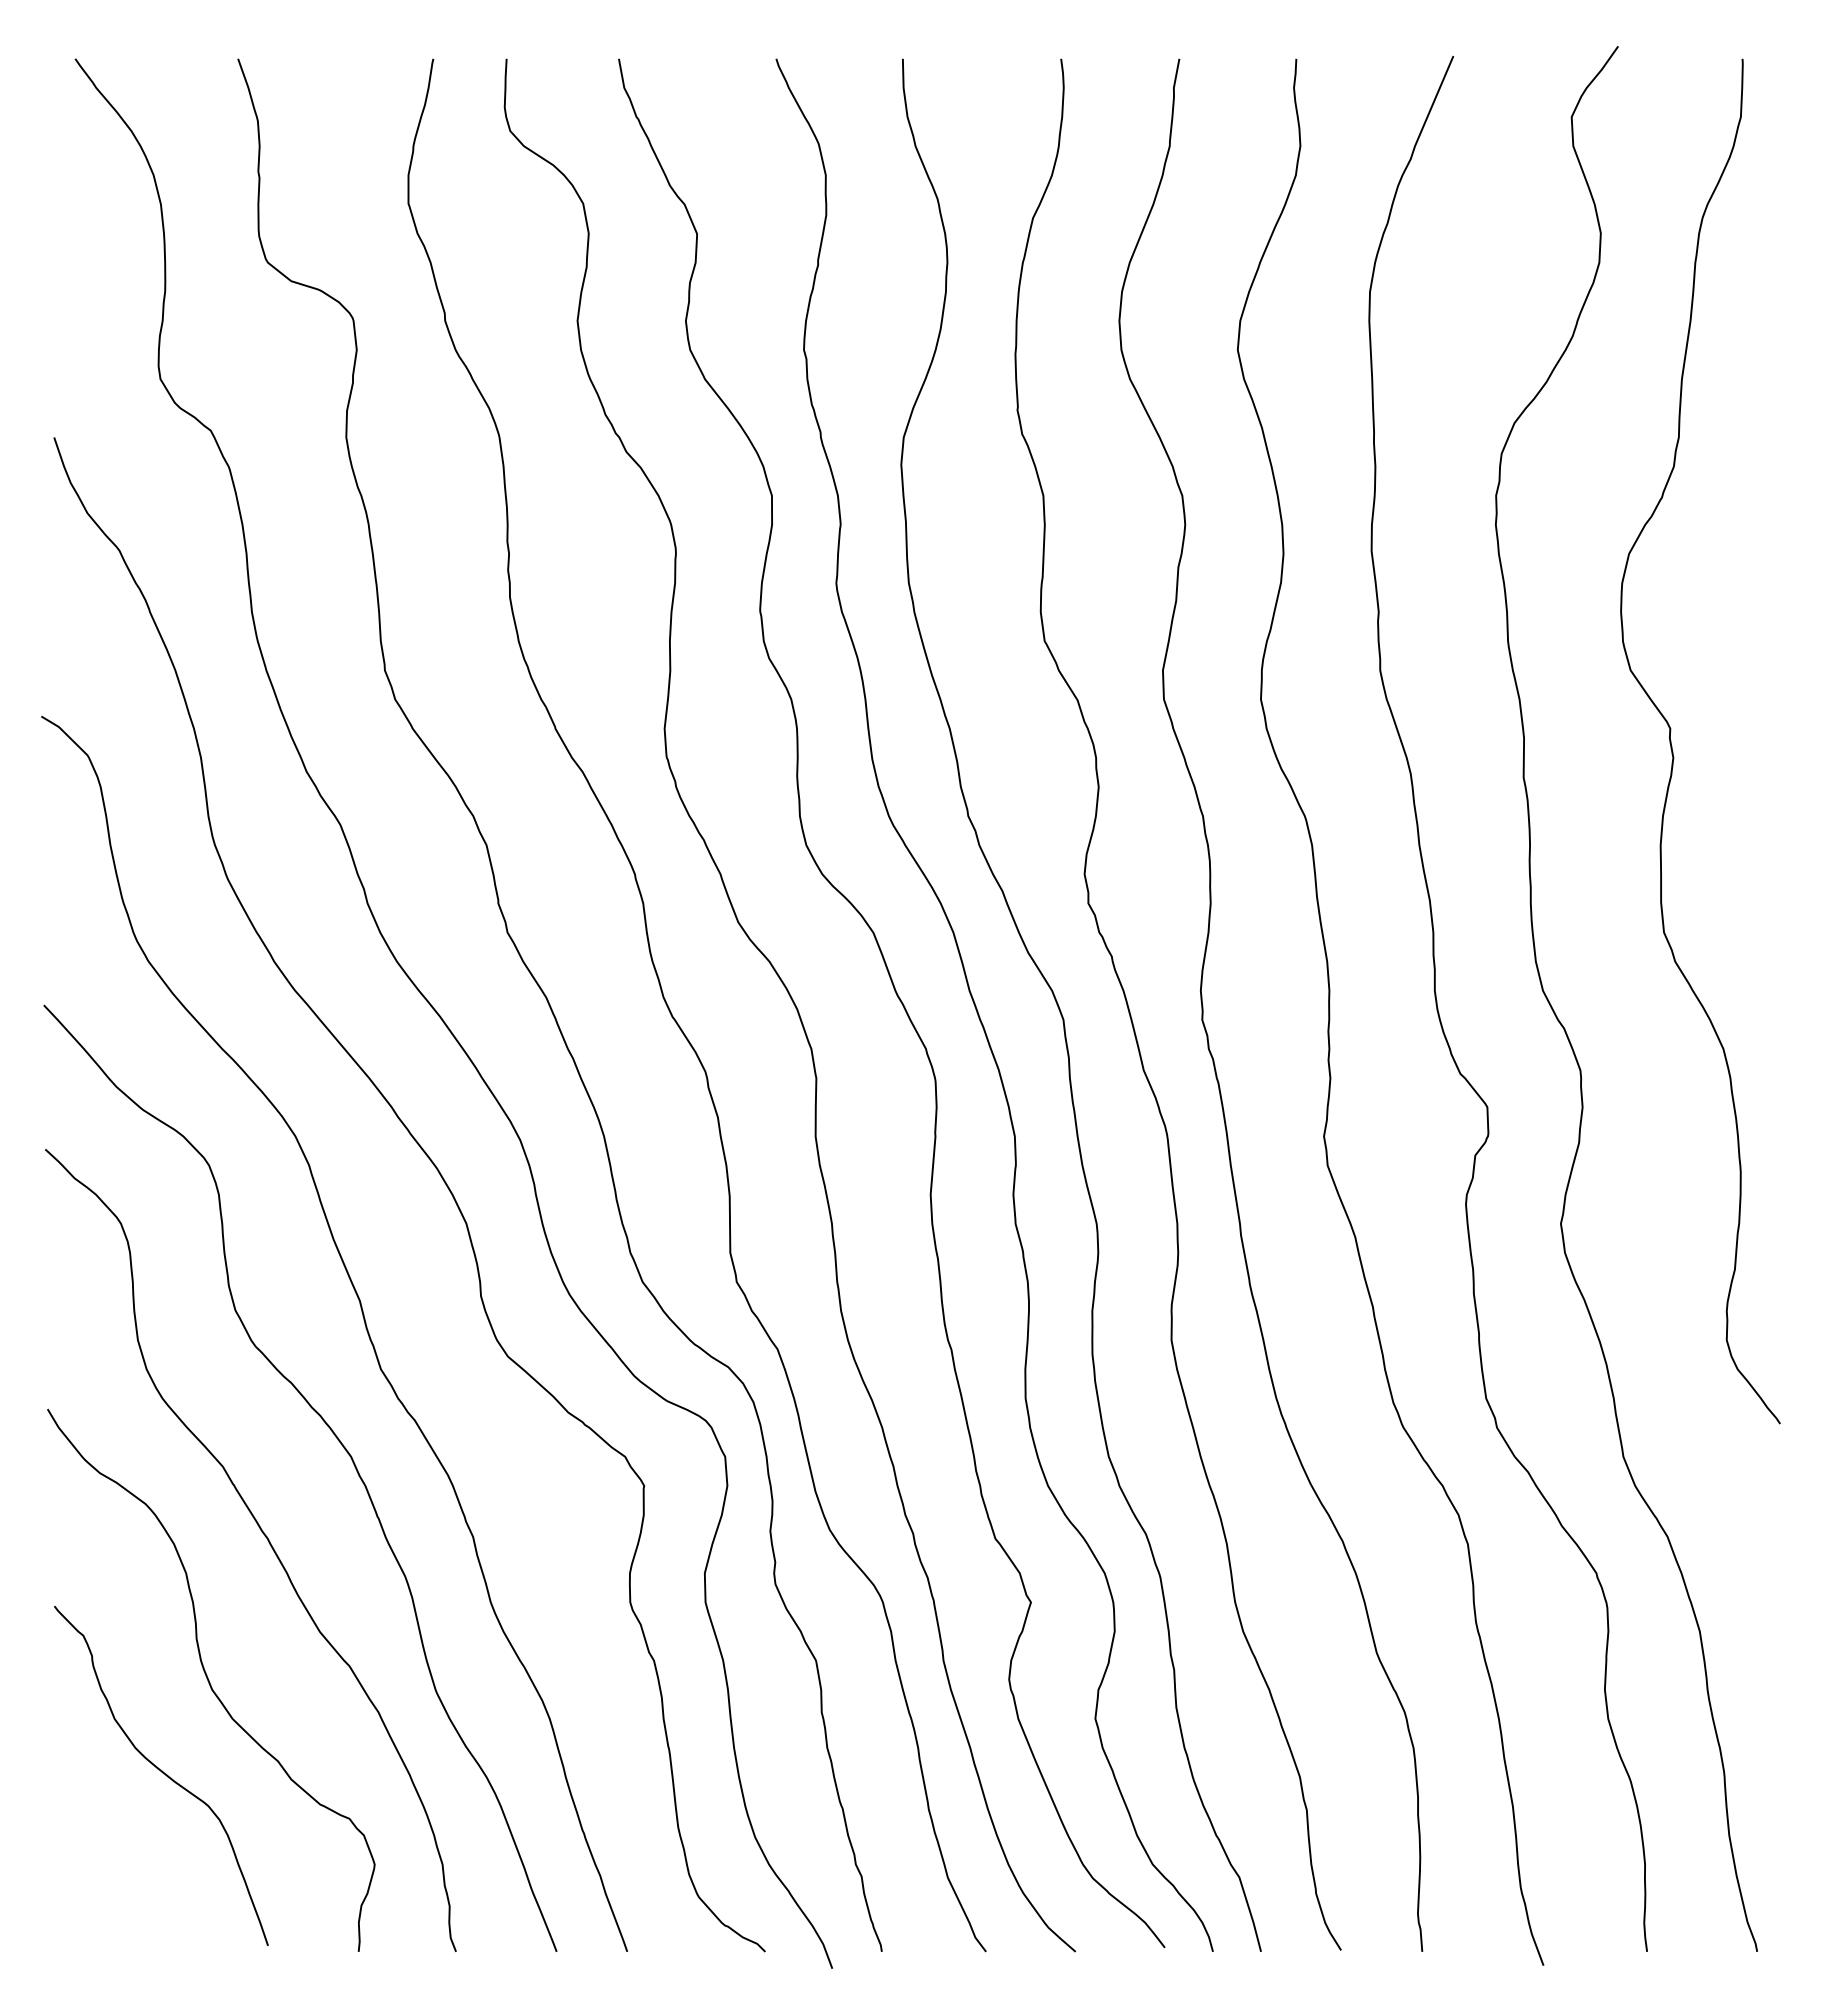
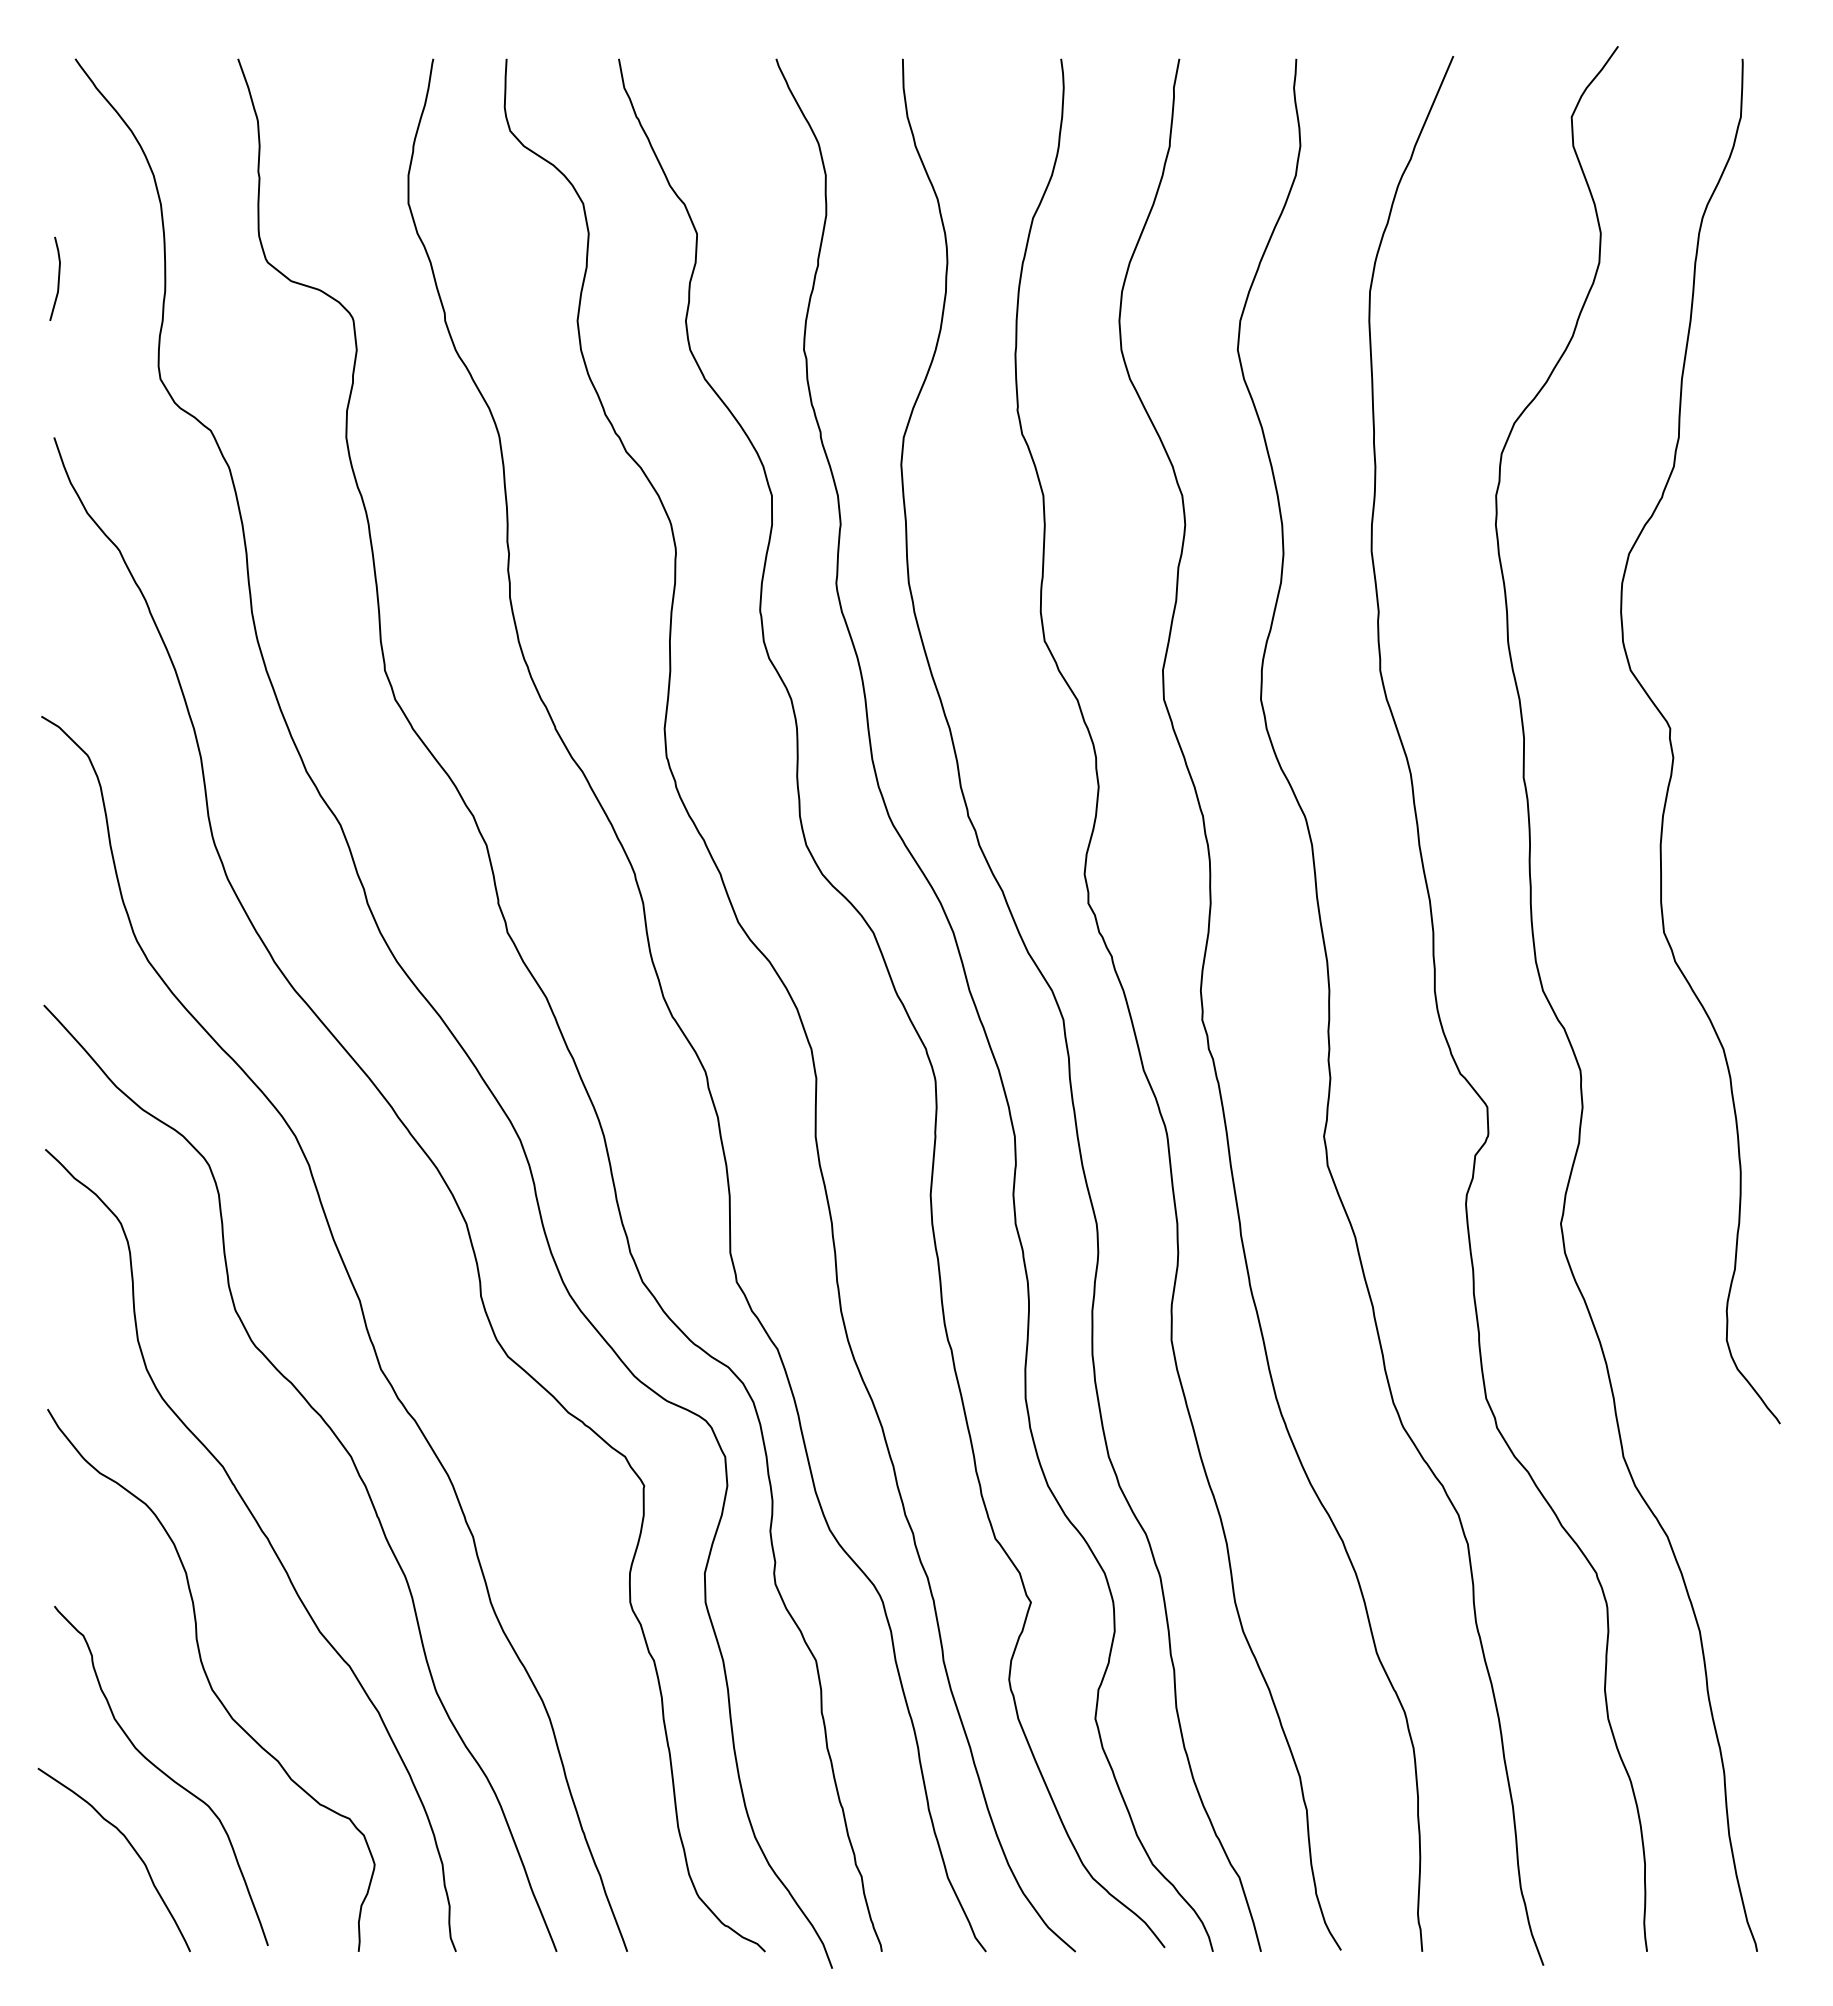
curve at (58, 278): none -> present
curve at (131, 1847): none -> present
